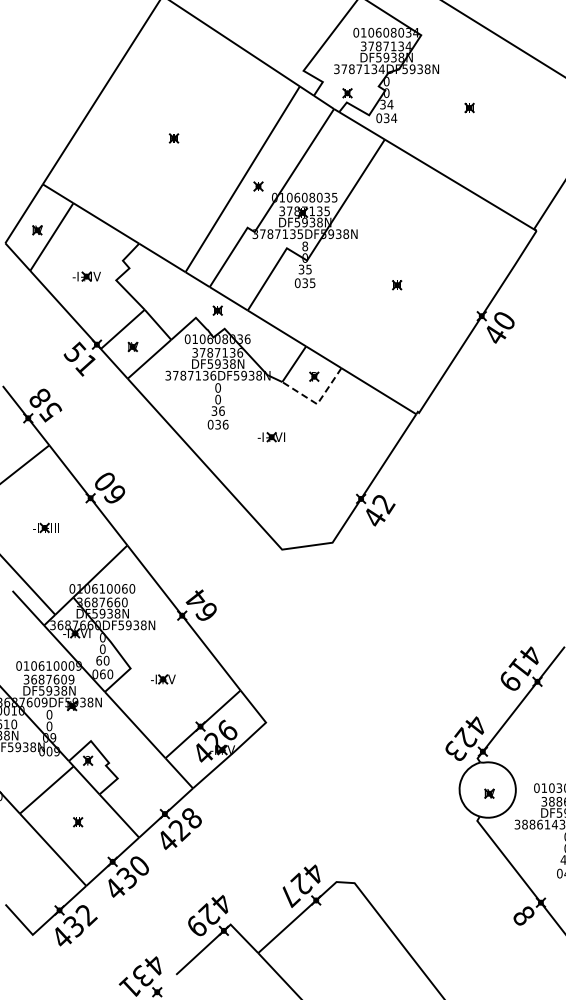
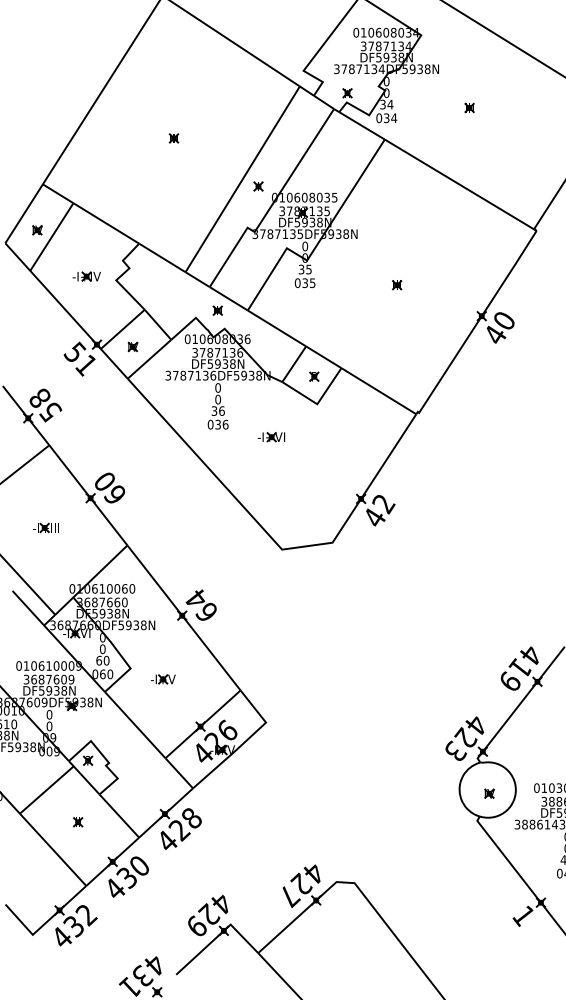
text at (305, 246): 8 -> 0
line at (317, 404): dashed -> solid
text at (523, 915): 8 -> 1
